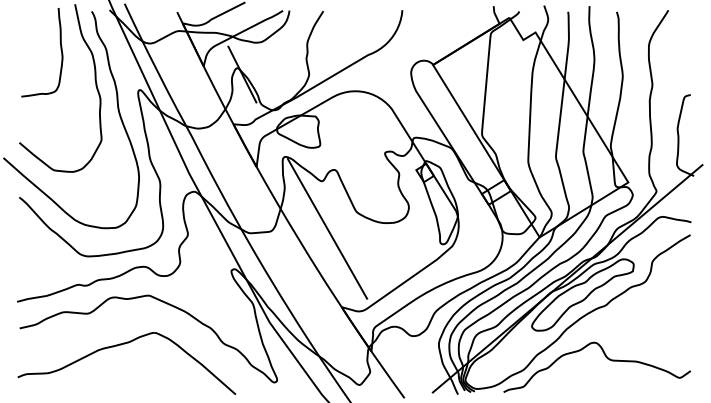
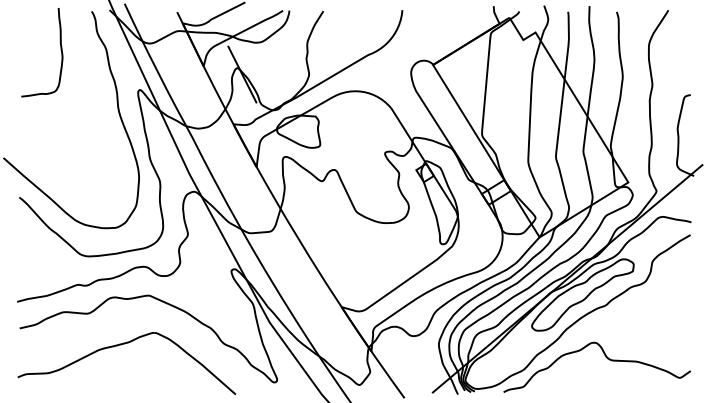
curve at (94, 80): present -> none
line at (327, 228): present -> none
